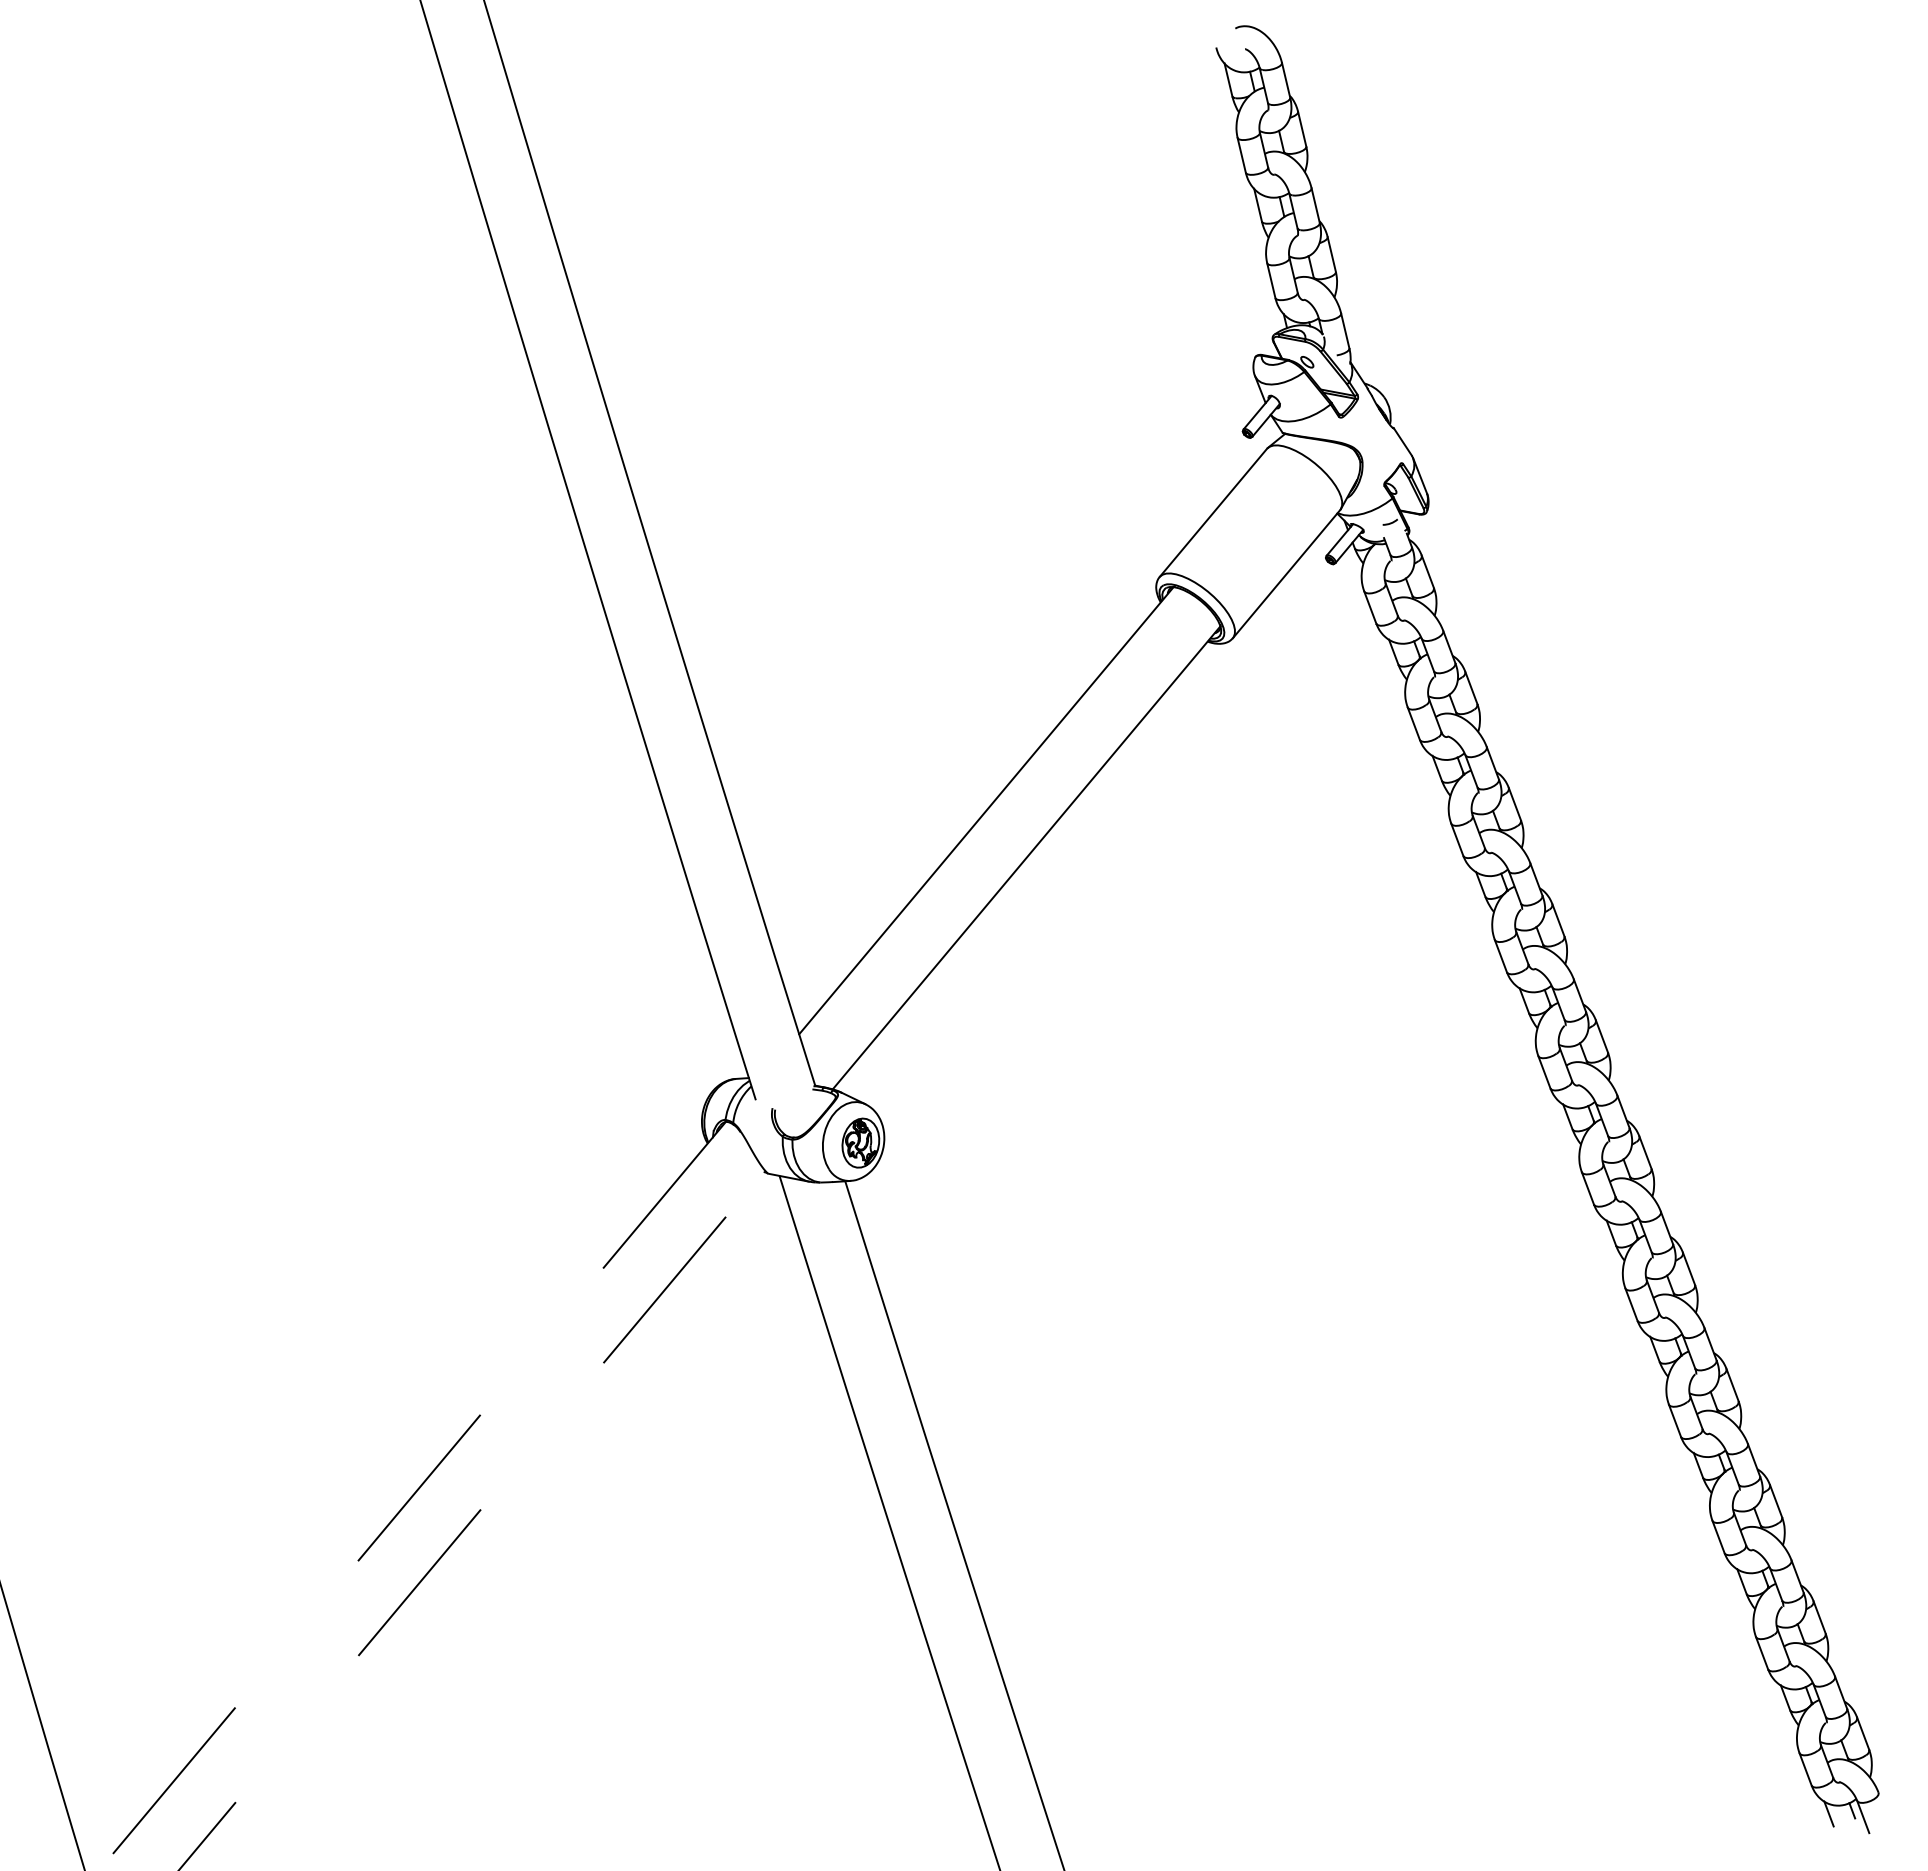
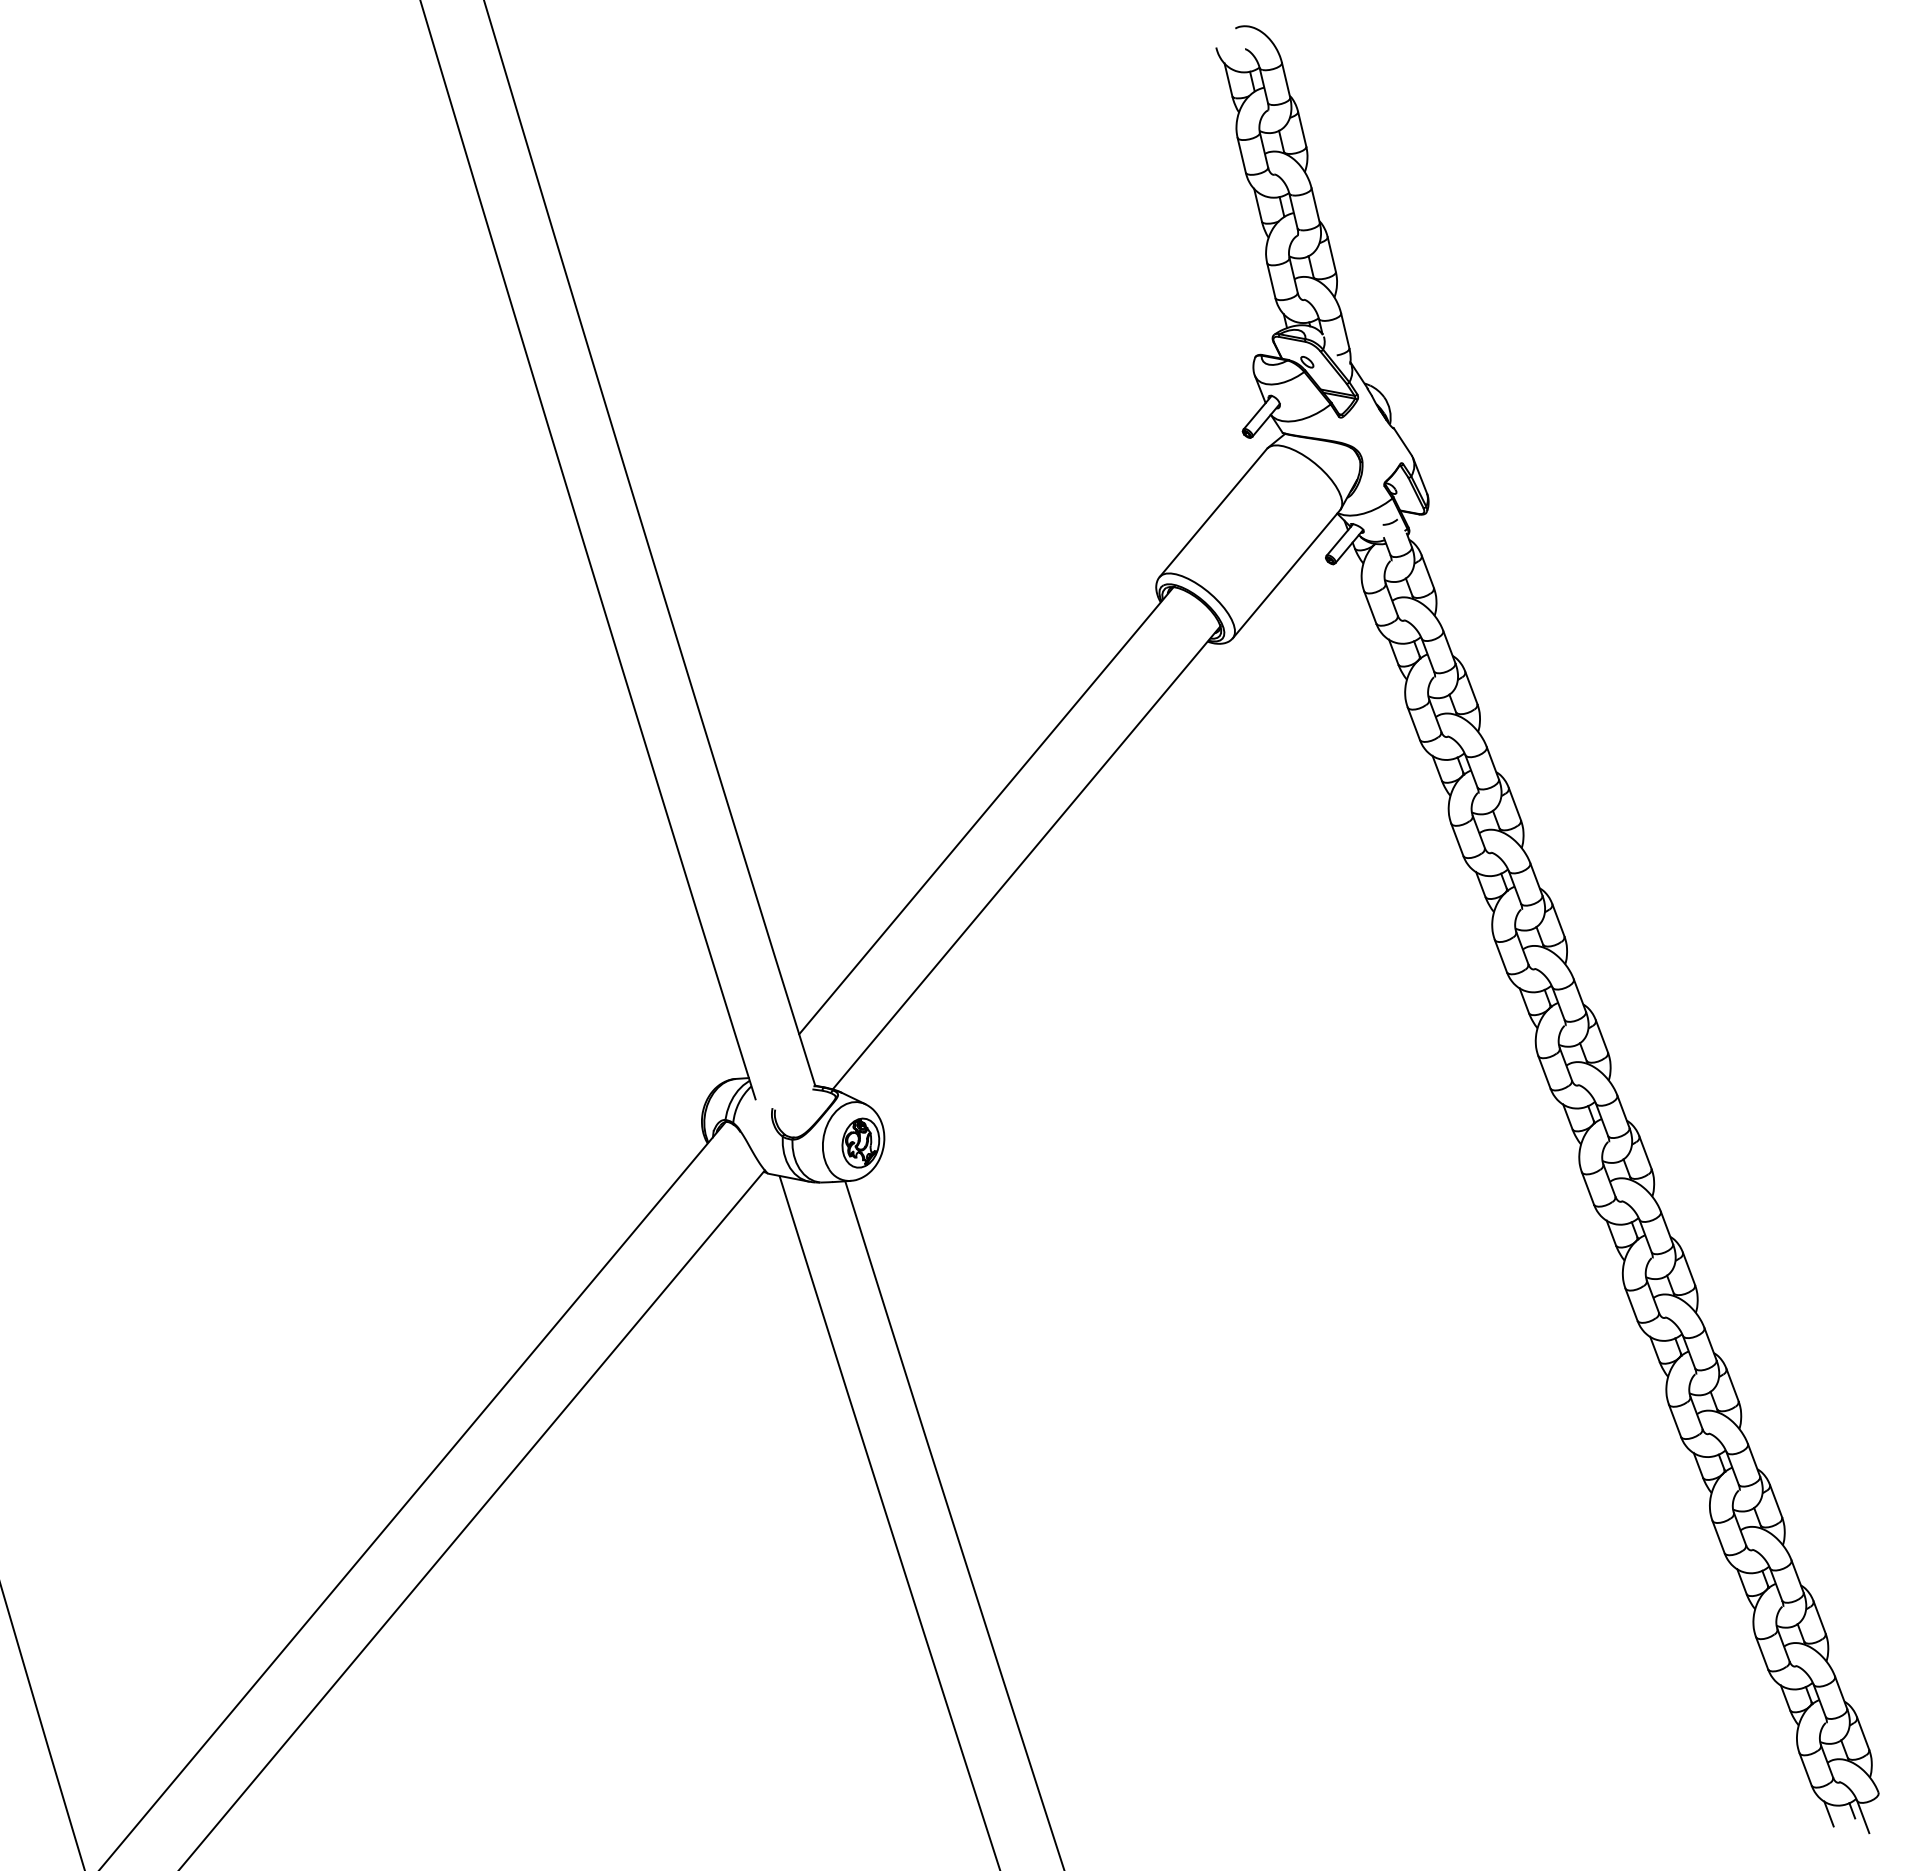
line at (411, 1496): dashed -> solid
line at (472, 1520): dashed -> solid
